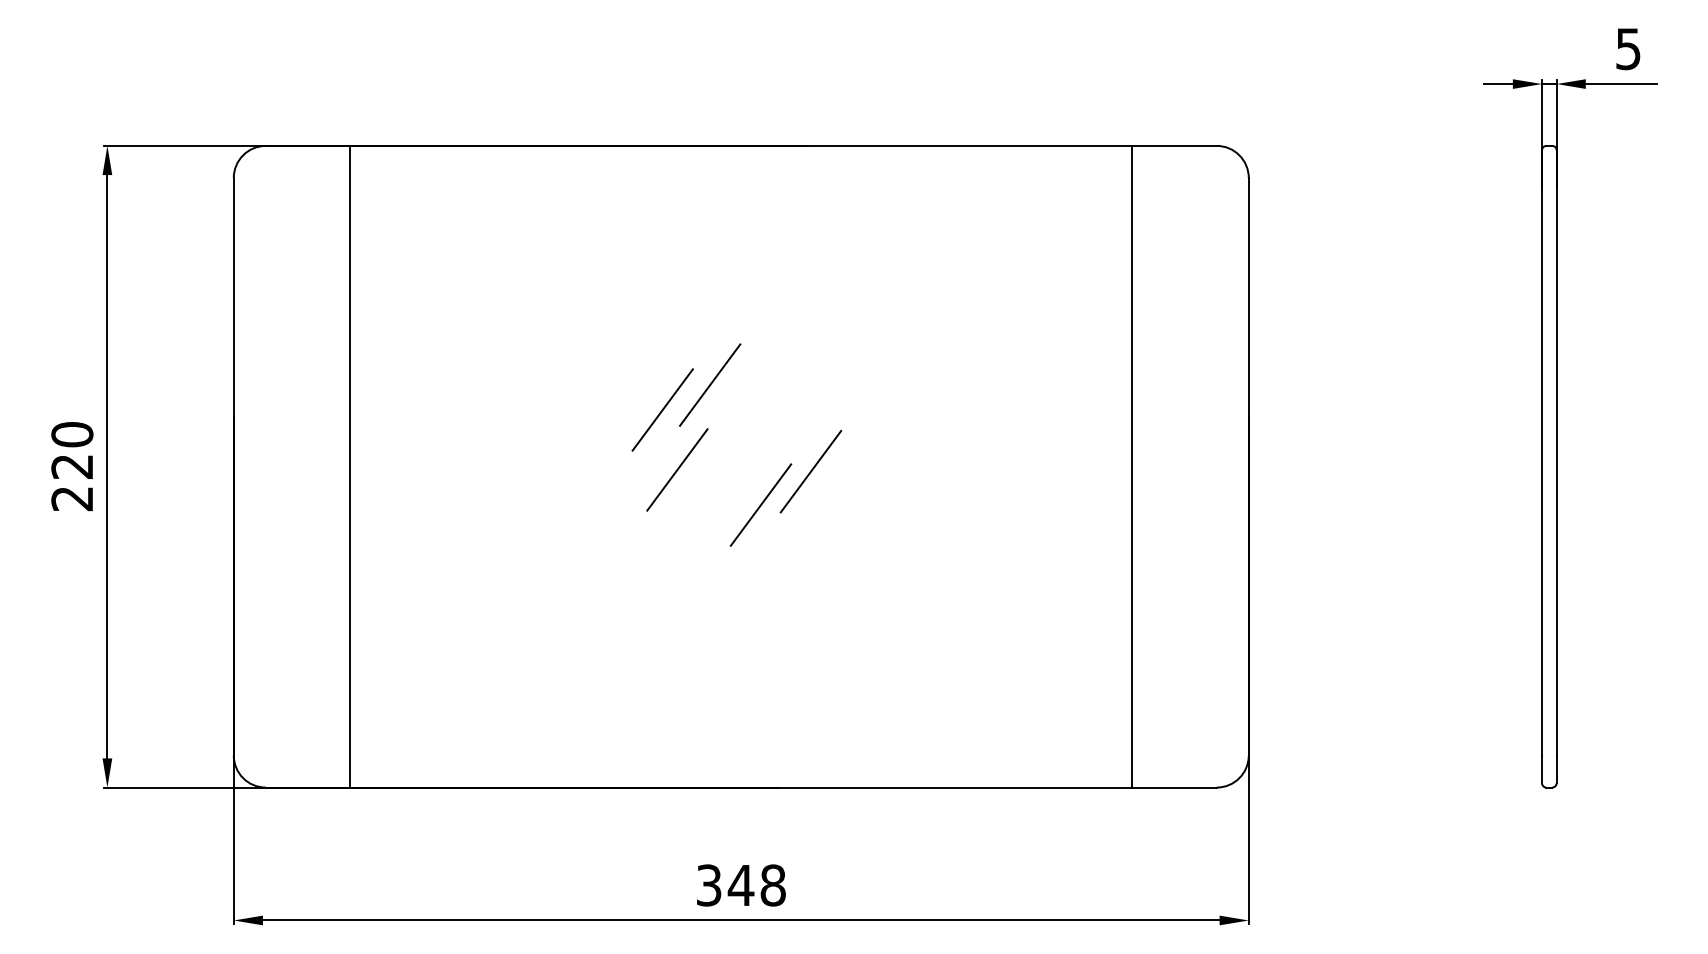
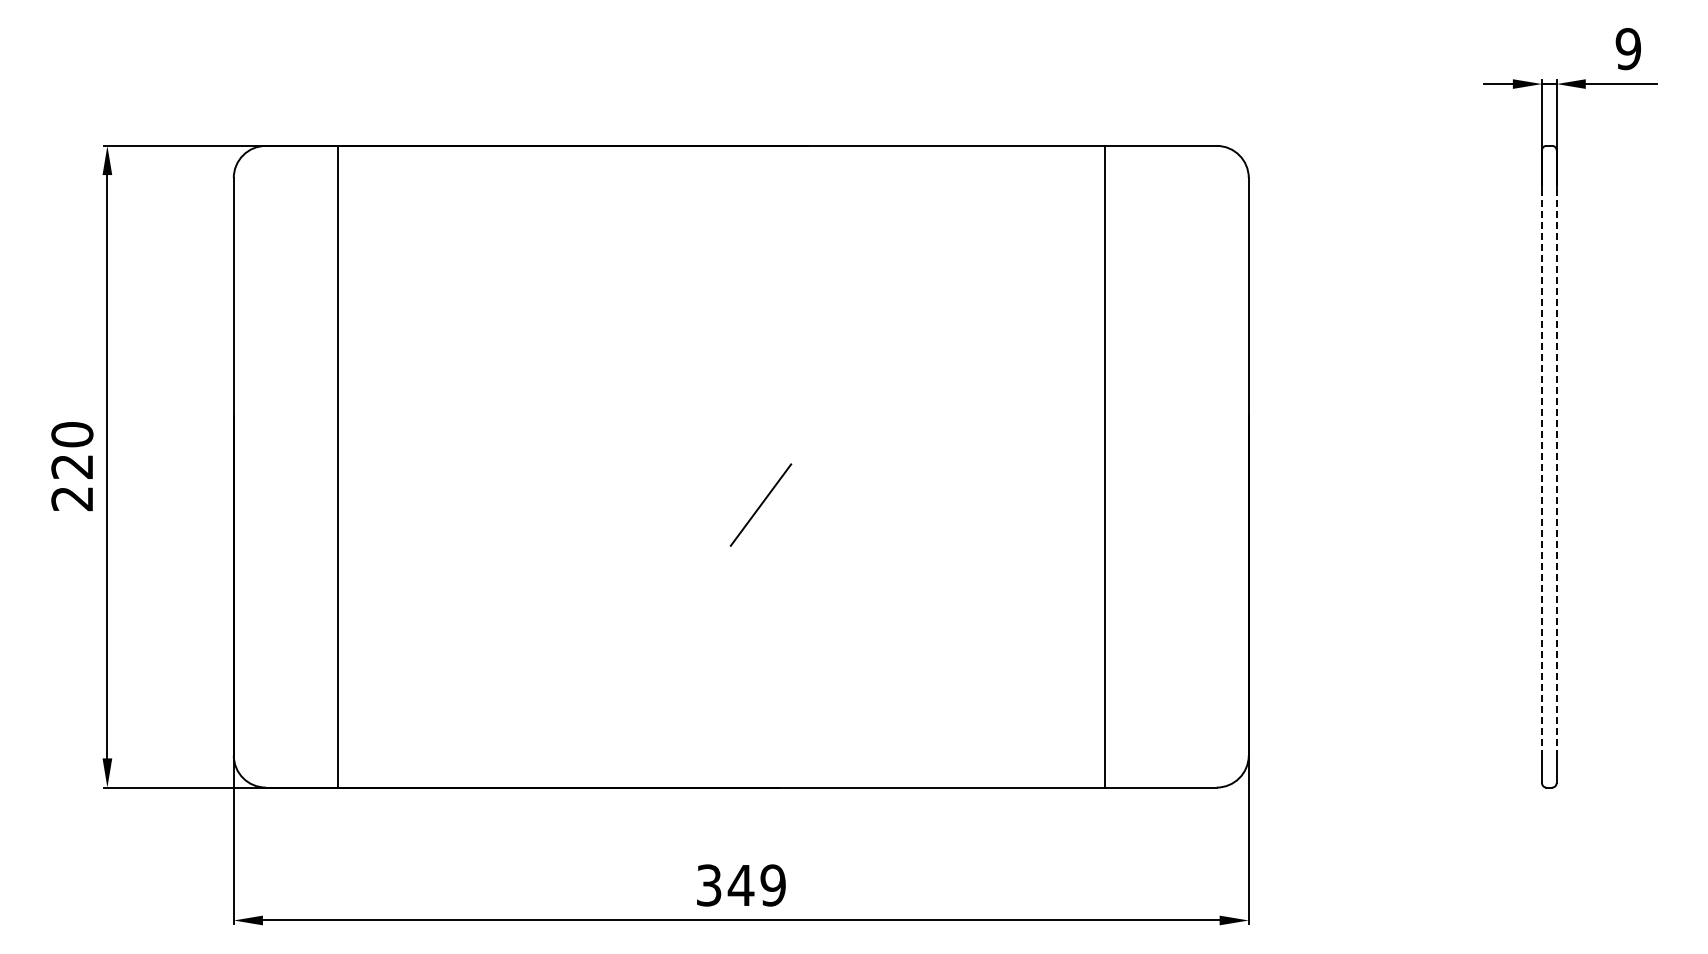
text at (1627, 48): 5 -> 9
line at (709, 384): present -> none
line at (662, 409): present -> none
line at (350, 465) position: (350, 465) -> (338, 465)
line at (1132, 466) position: (1132, 466) -> (1105, 466)
line at (1542, 466): solid -> dashed
line at (1556, 466): solid -> dashed
line at (677, 469): present -> none
line at (810, 471): present -> none
text at (772, 885): 348 -> 349
